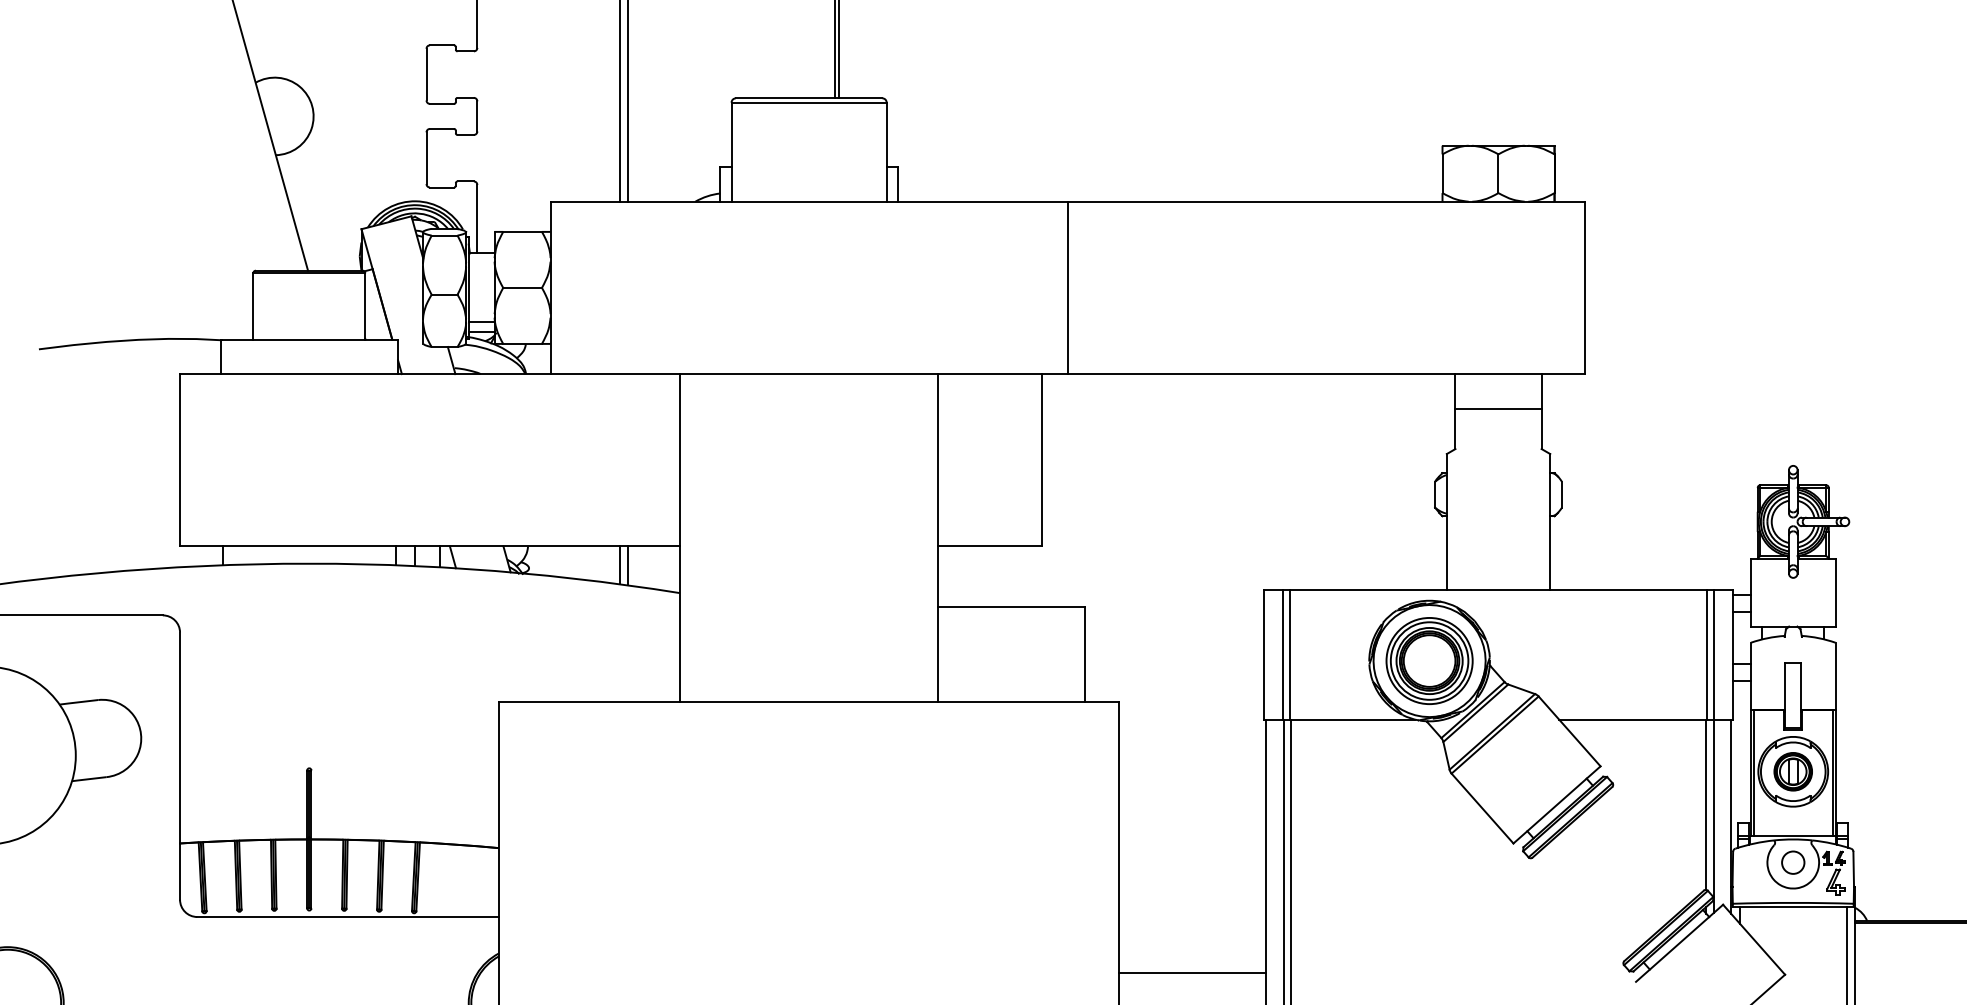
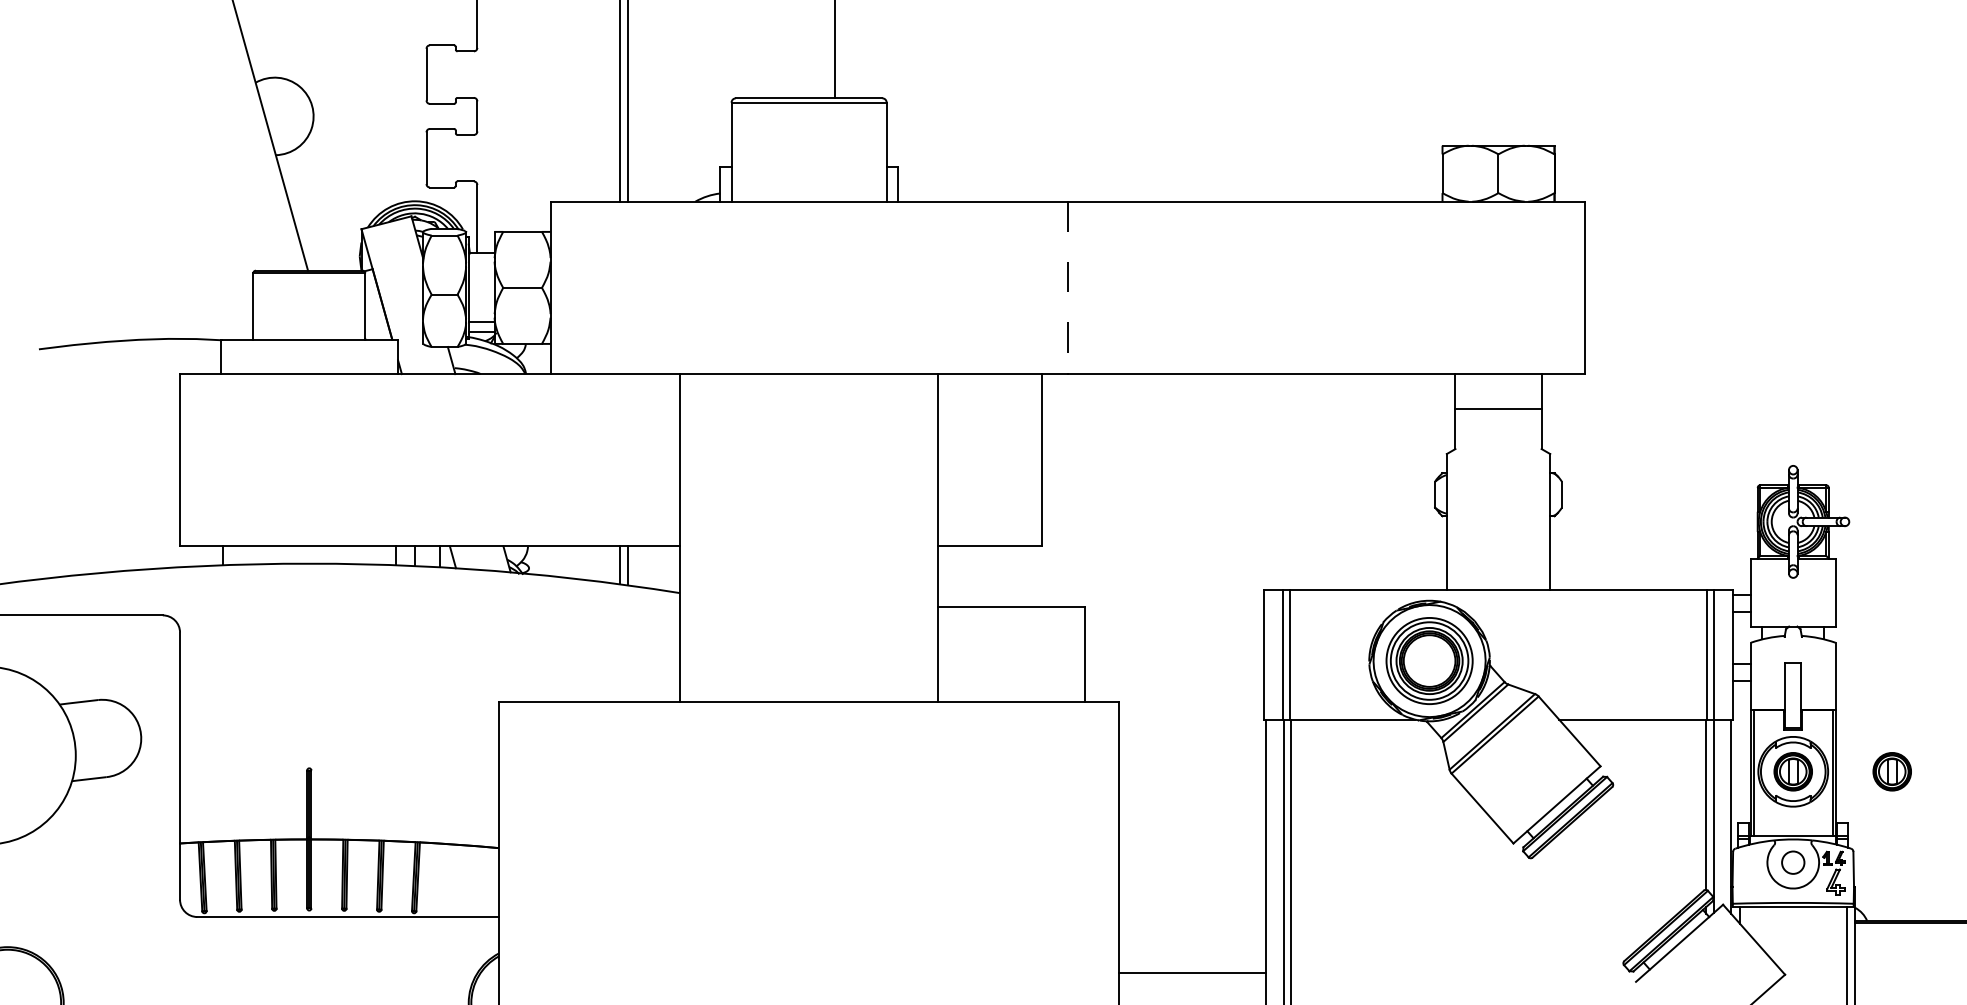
line at (839, 50): present -> none
line at (1067, 288): solid -> dashed
part at (1891, 771): none -> present
